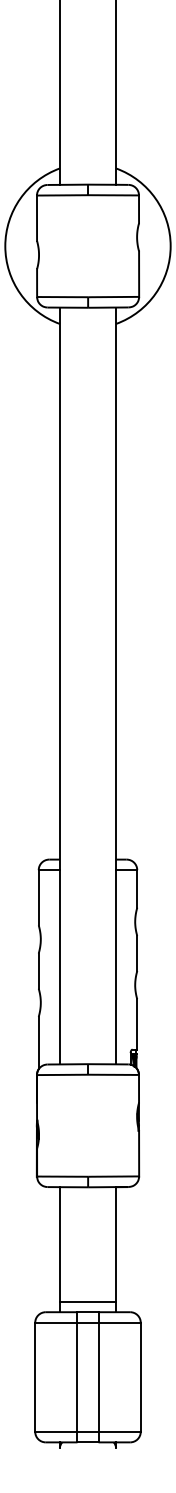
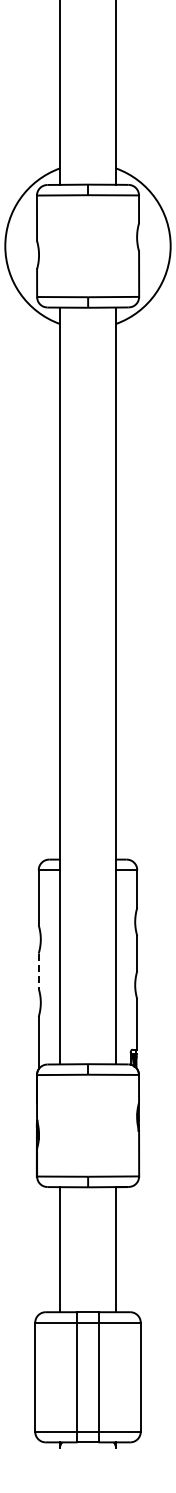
line at (38, 971): solid -> dashed
line at (87, 1301): present -> none
